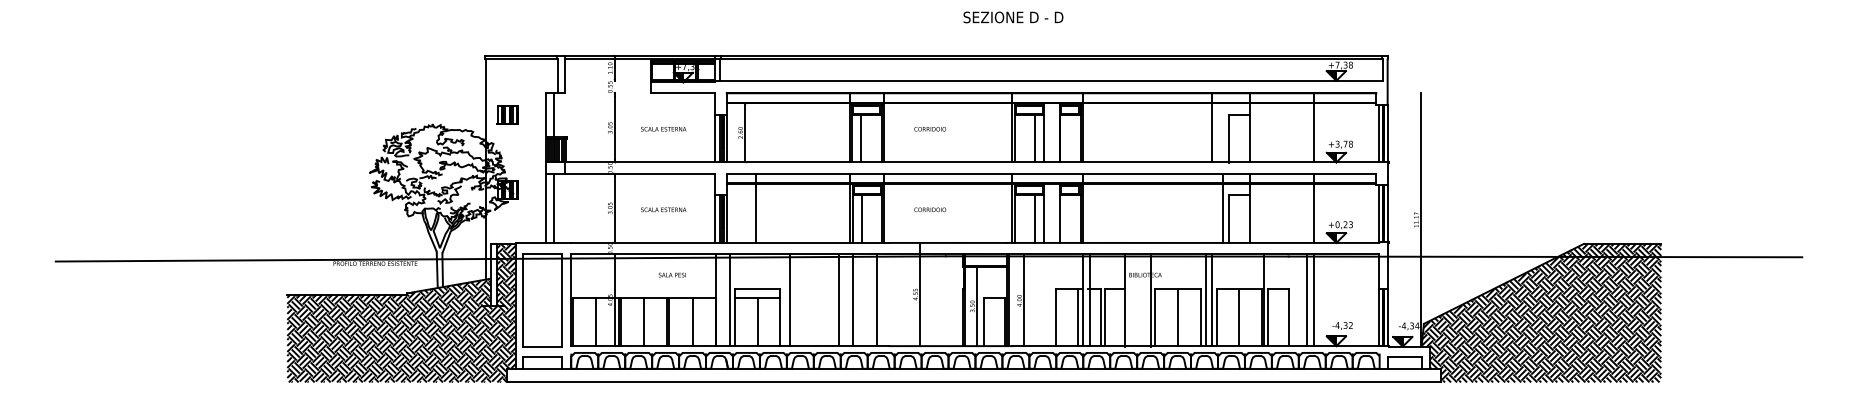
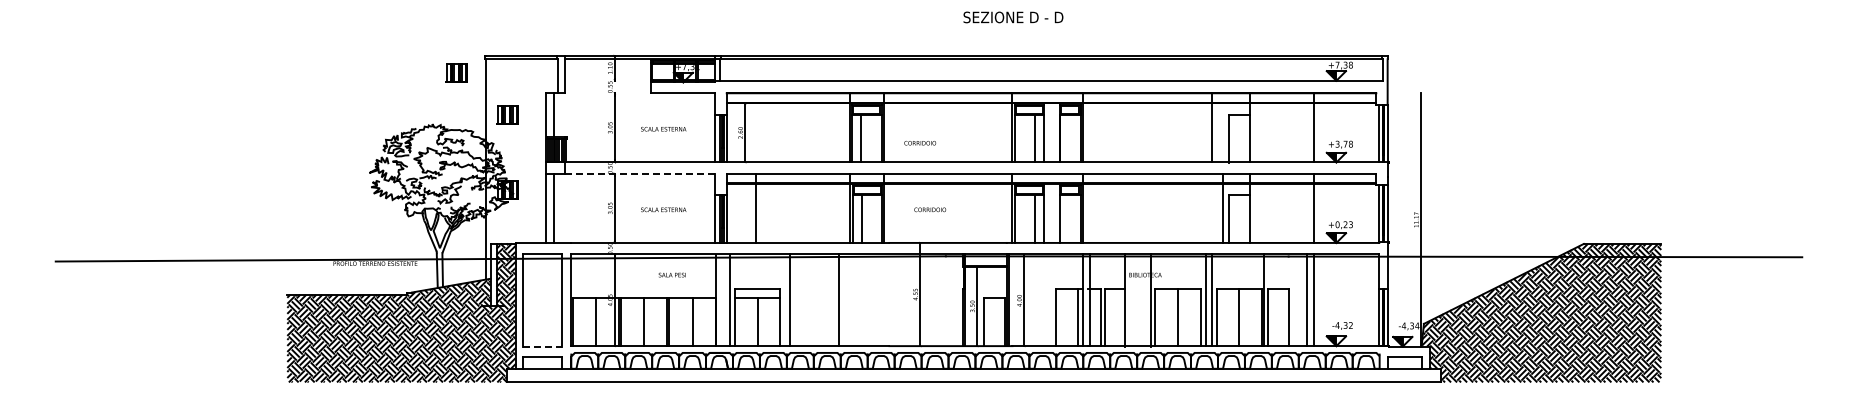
part at (456, 72): none -> present
text at (930, 129) position: (930, 129) -> (920, 143)
line at (640, 173): solid -> dashed
line at (852, 300): present -> none
line at (877, 300): present -> none
line at (542, 346): solid -> dashed
